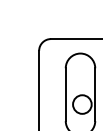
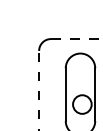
line at (76, 39): solid -> dashed
line at (39, 90): solid -> dashed
